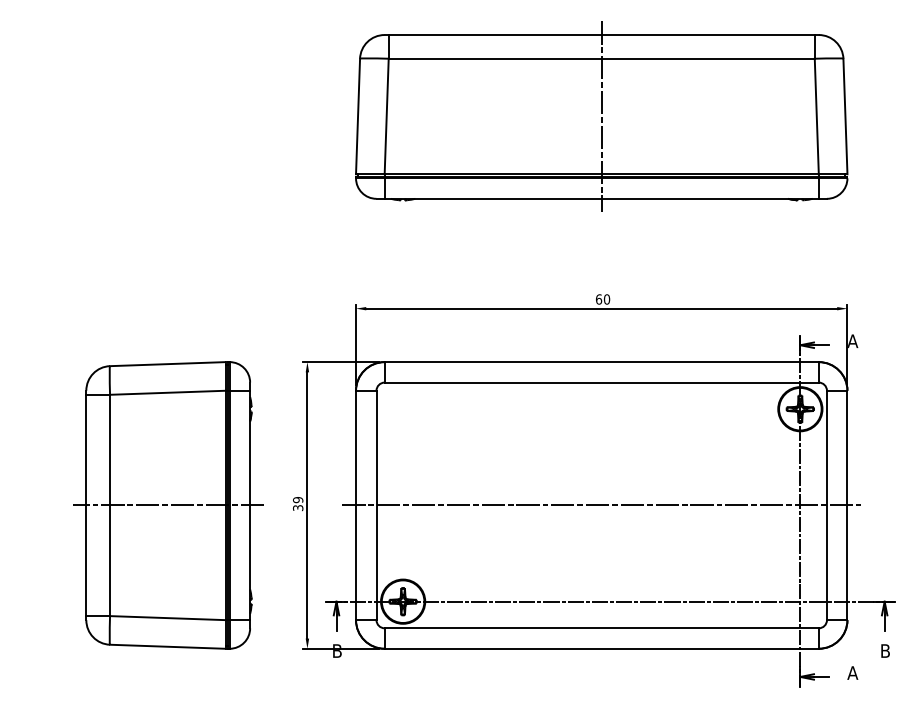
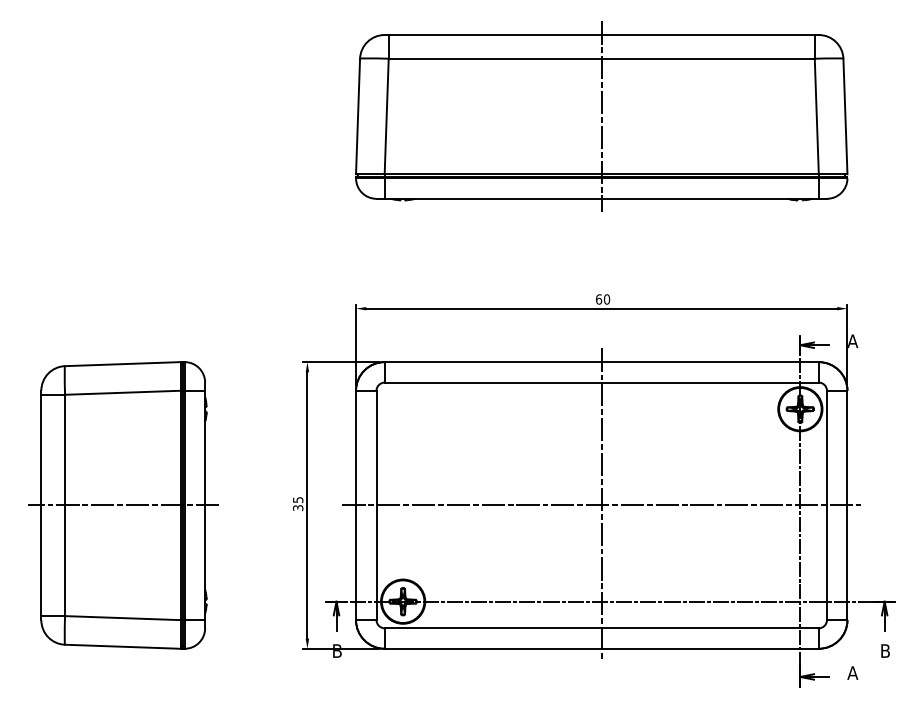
text at (298, 500): 39 -> 35
part at (168, 505) position: (168, 505) -> (123, 505)
line at (601, 505): none -> present
